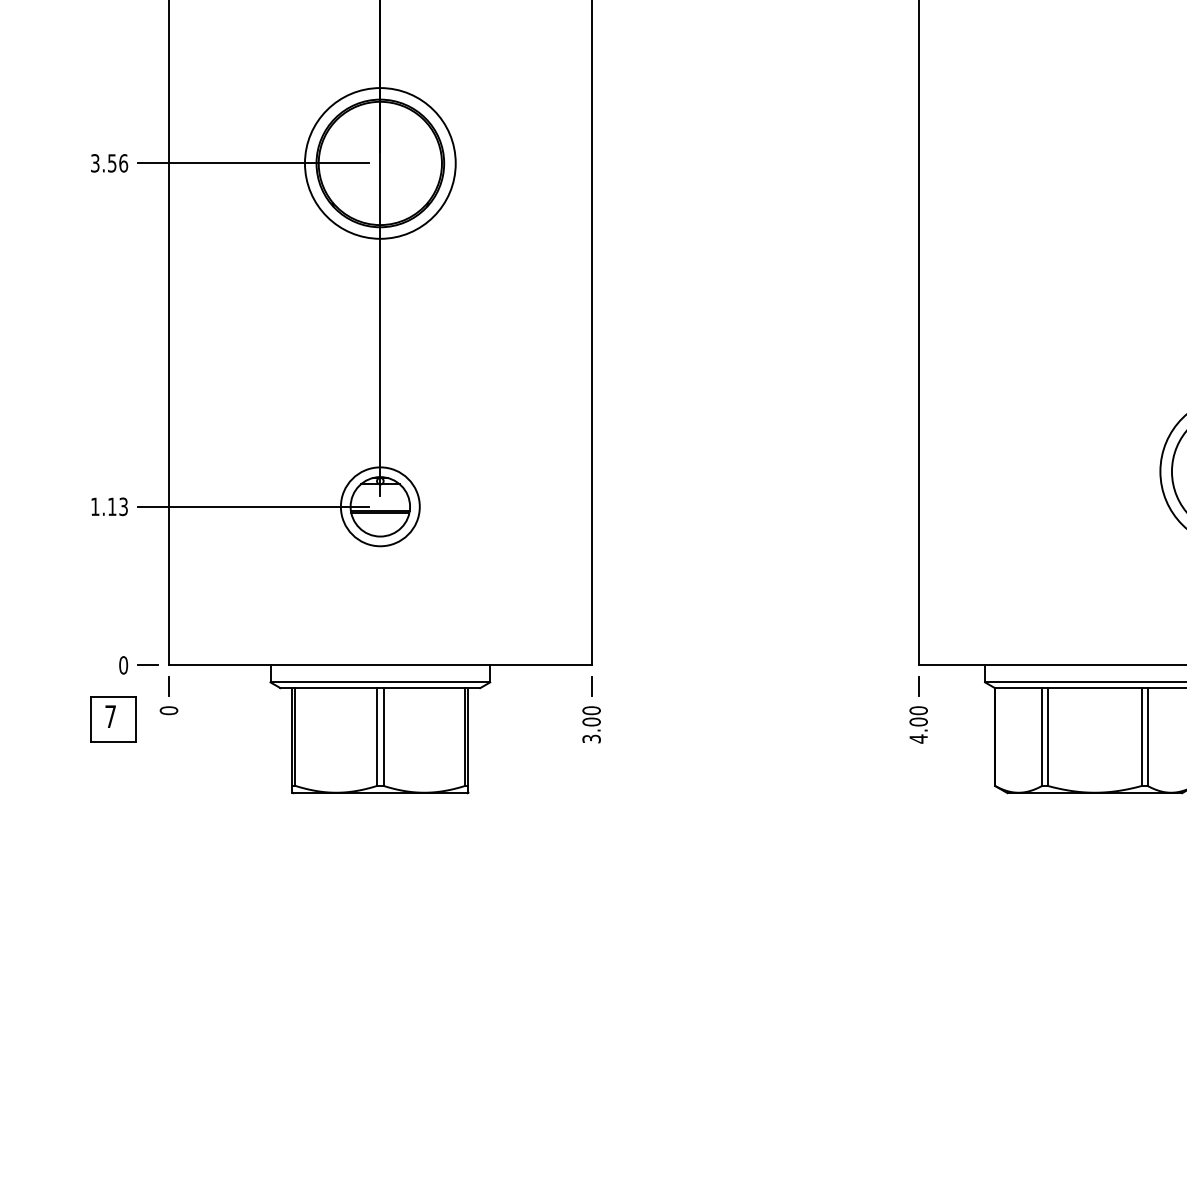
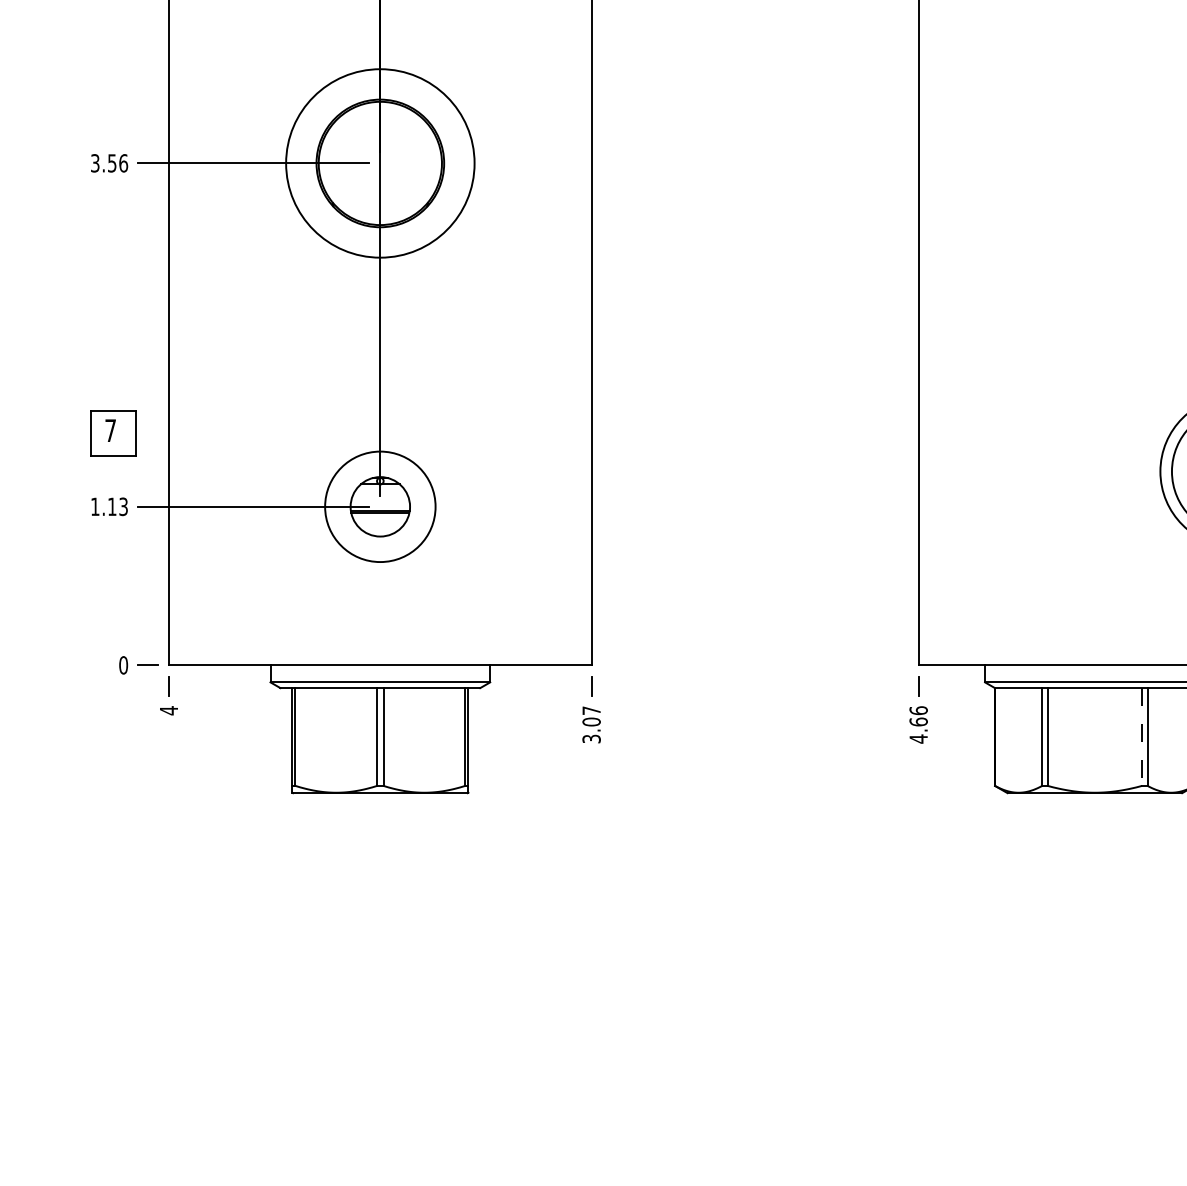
circle at (379, 163) diameter: 151 px -> 188 px
circle at (379, 506) diameter: 79 px -> 110 px
text at (168, 710): 0 -> 4
text at (591, 710): 3.00 -> 3.07
text at (918, 716): 4.00 -> 4.66
part at (113, 719) position: (113, 719) -> (113, 433)
line at (1142, 737): solid -> dashed
